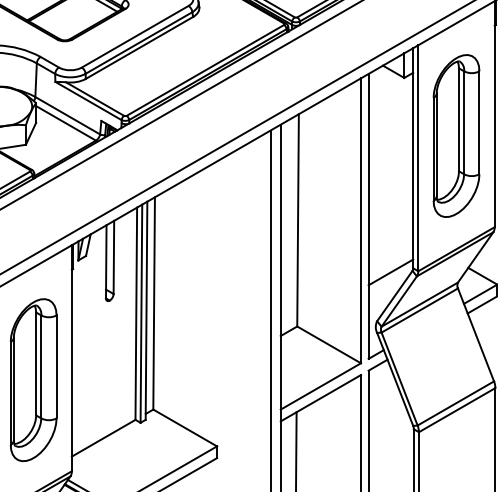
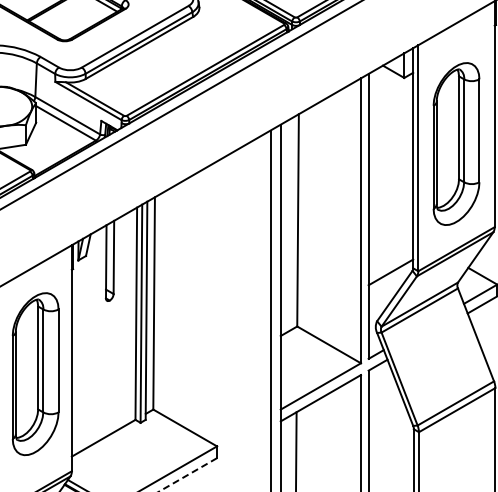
part at (456, 135) position: (456, 135) -> (456, 143)
line at (236, 137): present -> none
part at (33, 380) position: (33, 380) -> (35, 374)
line at (187, 475): solid -> dashed
